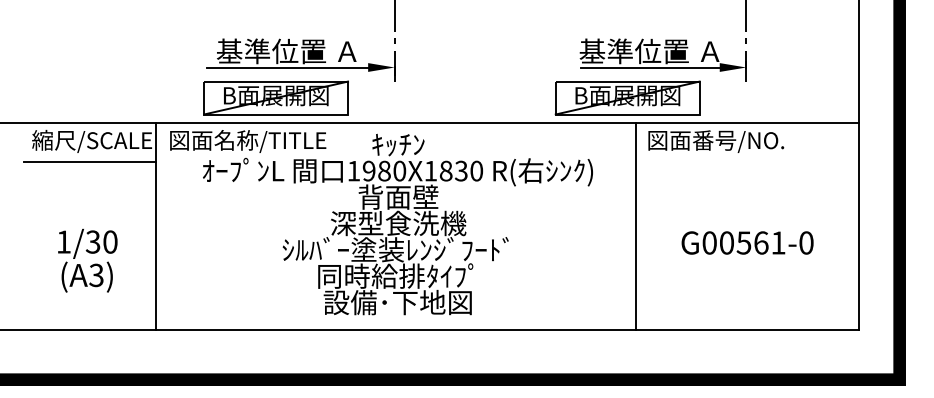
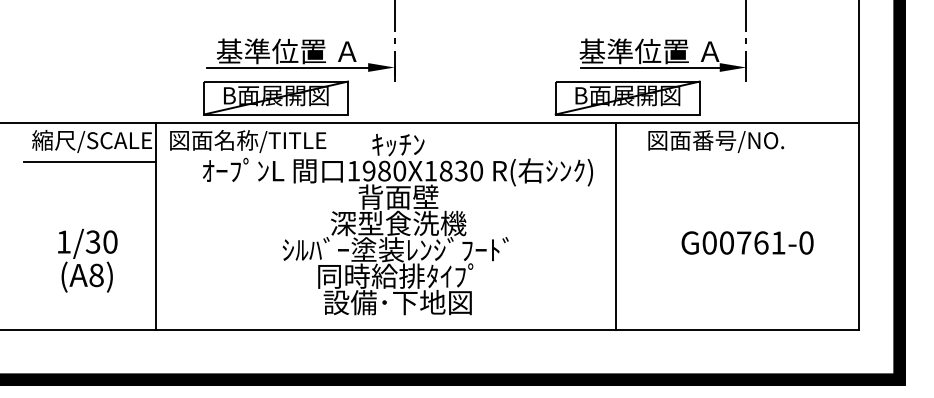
line at (636, 226) position: (636, 226) -> (616, 226)
text at (743, 242): G00561-0 -> G00761-0
text at (96, 274): (A3) -> (A8)
